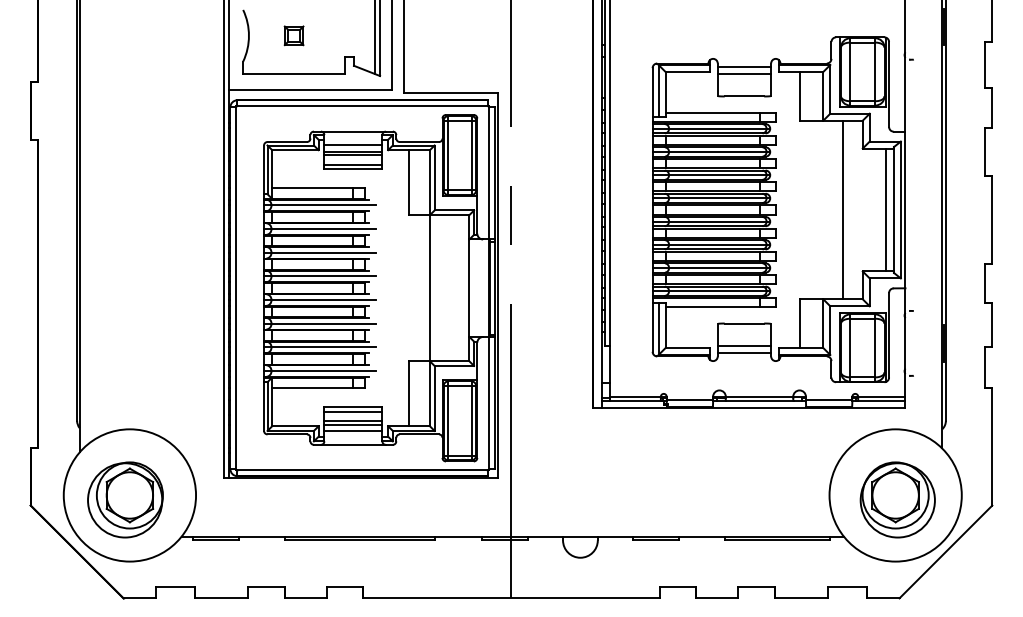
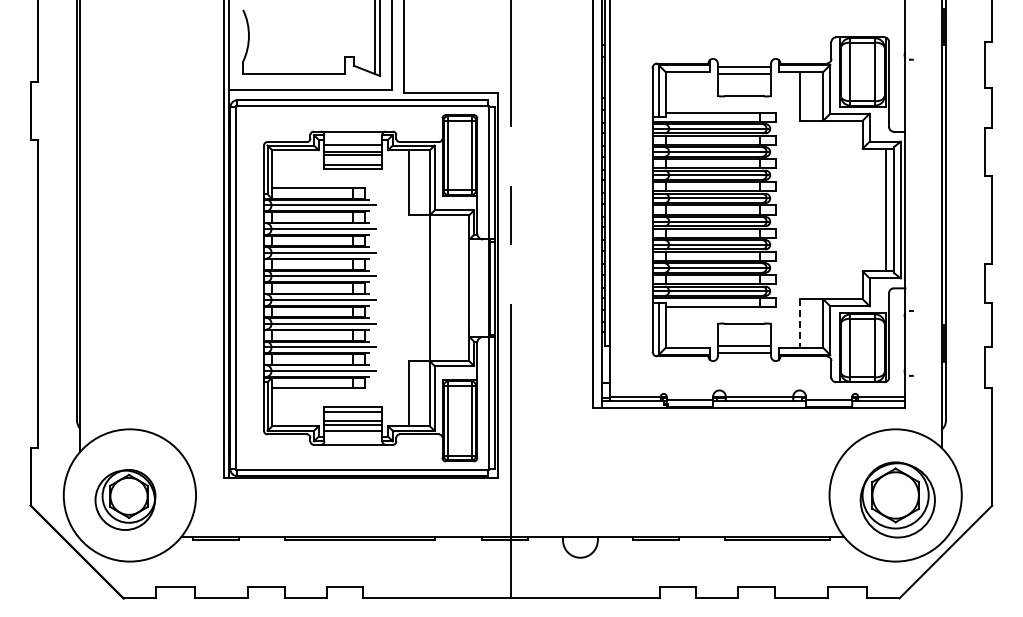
part at (293, 35): present -> none
line at (843, 209): present -> none
line at (800, 324): solid -> dashed
part at (125, 499) size: 77x78 px -> 63x62 px
